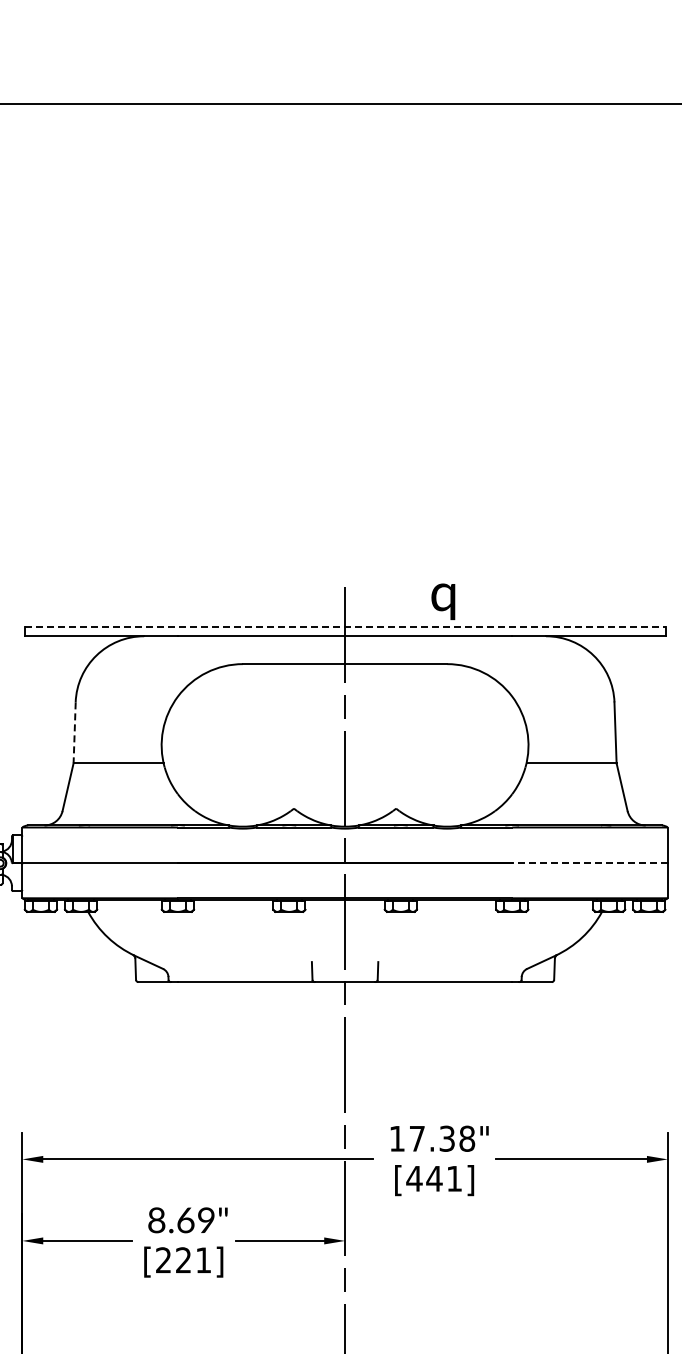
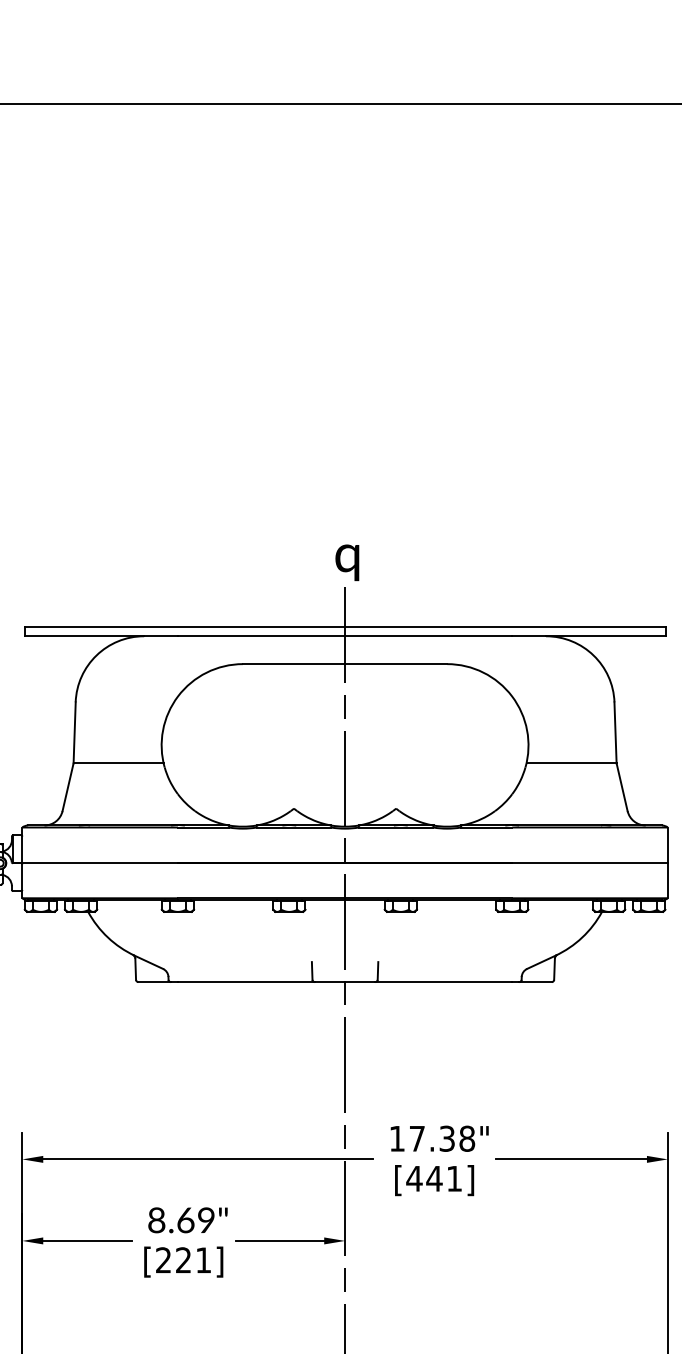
text at (443, 601) position: (443, 601) -> (347, 562)
line at (345, 626): dashed -> solid
line at (74, 733): dashed -> solid
line at (590, 863): dashed -> solid
